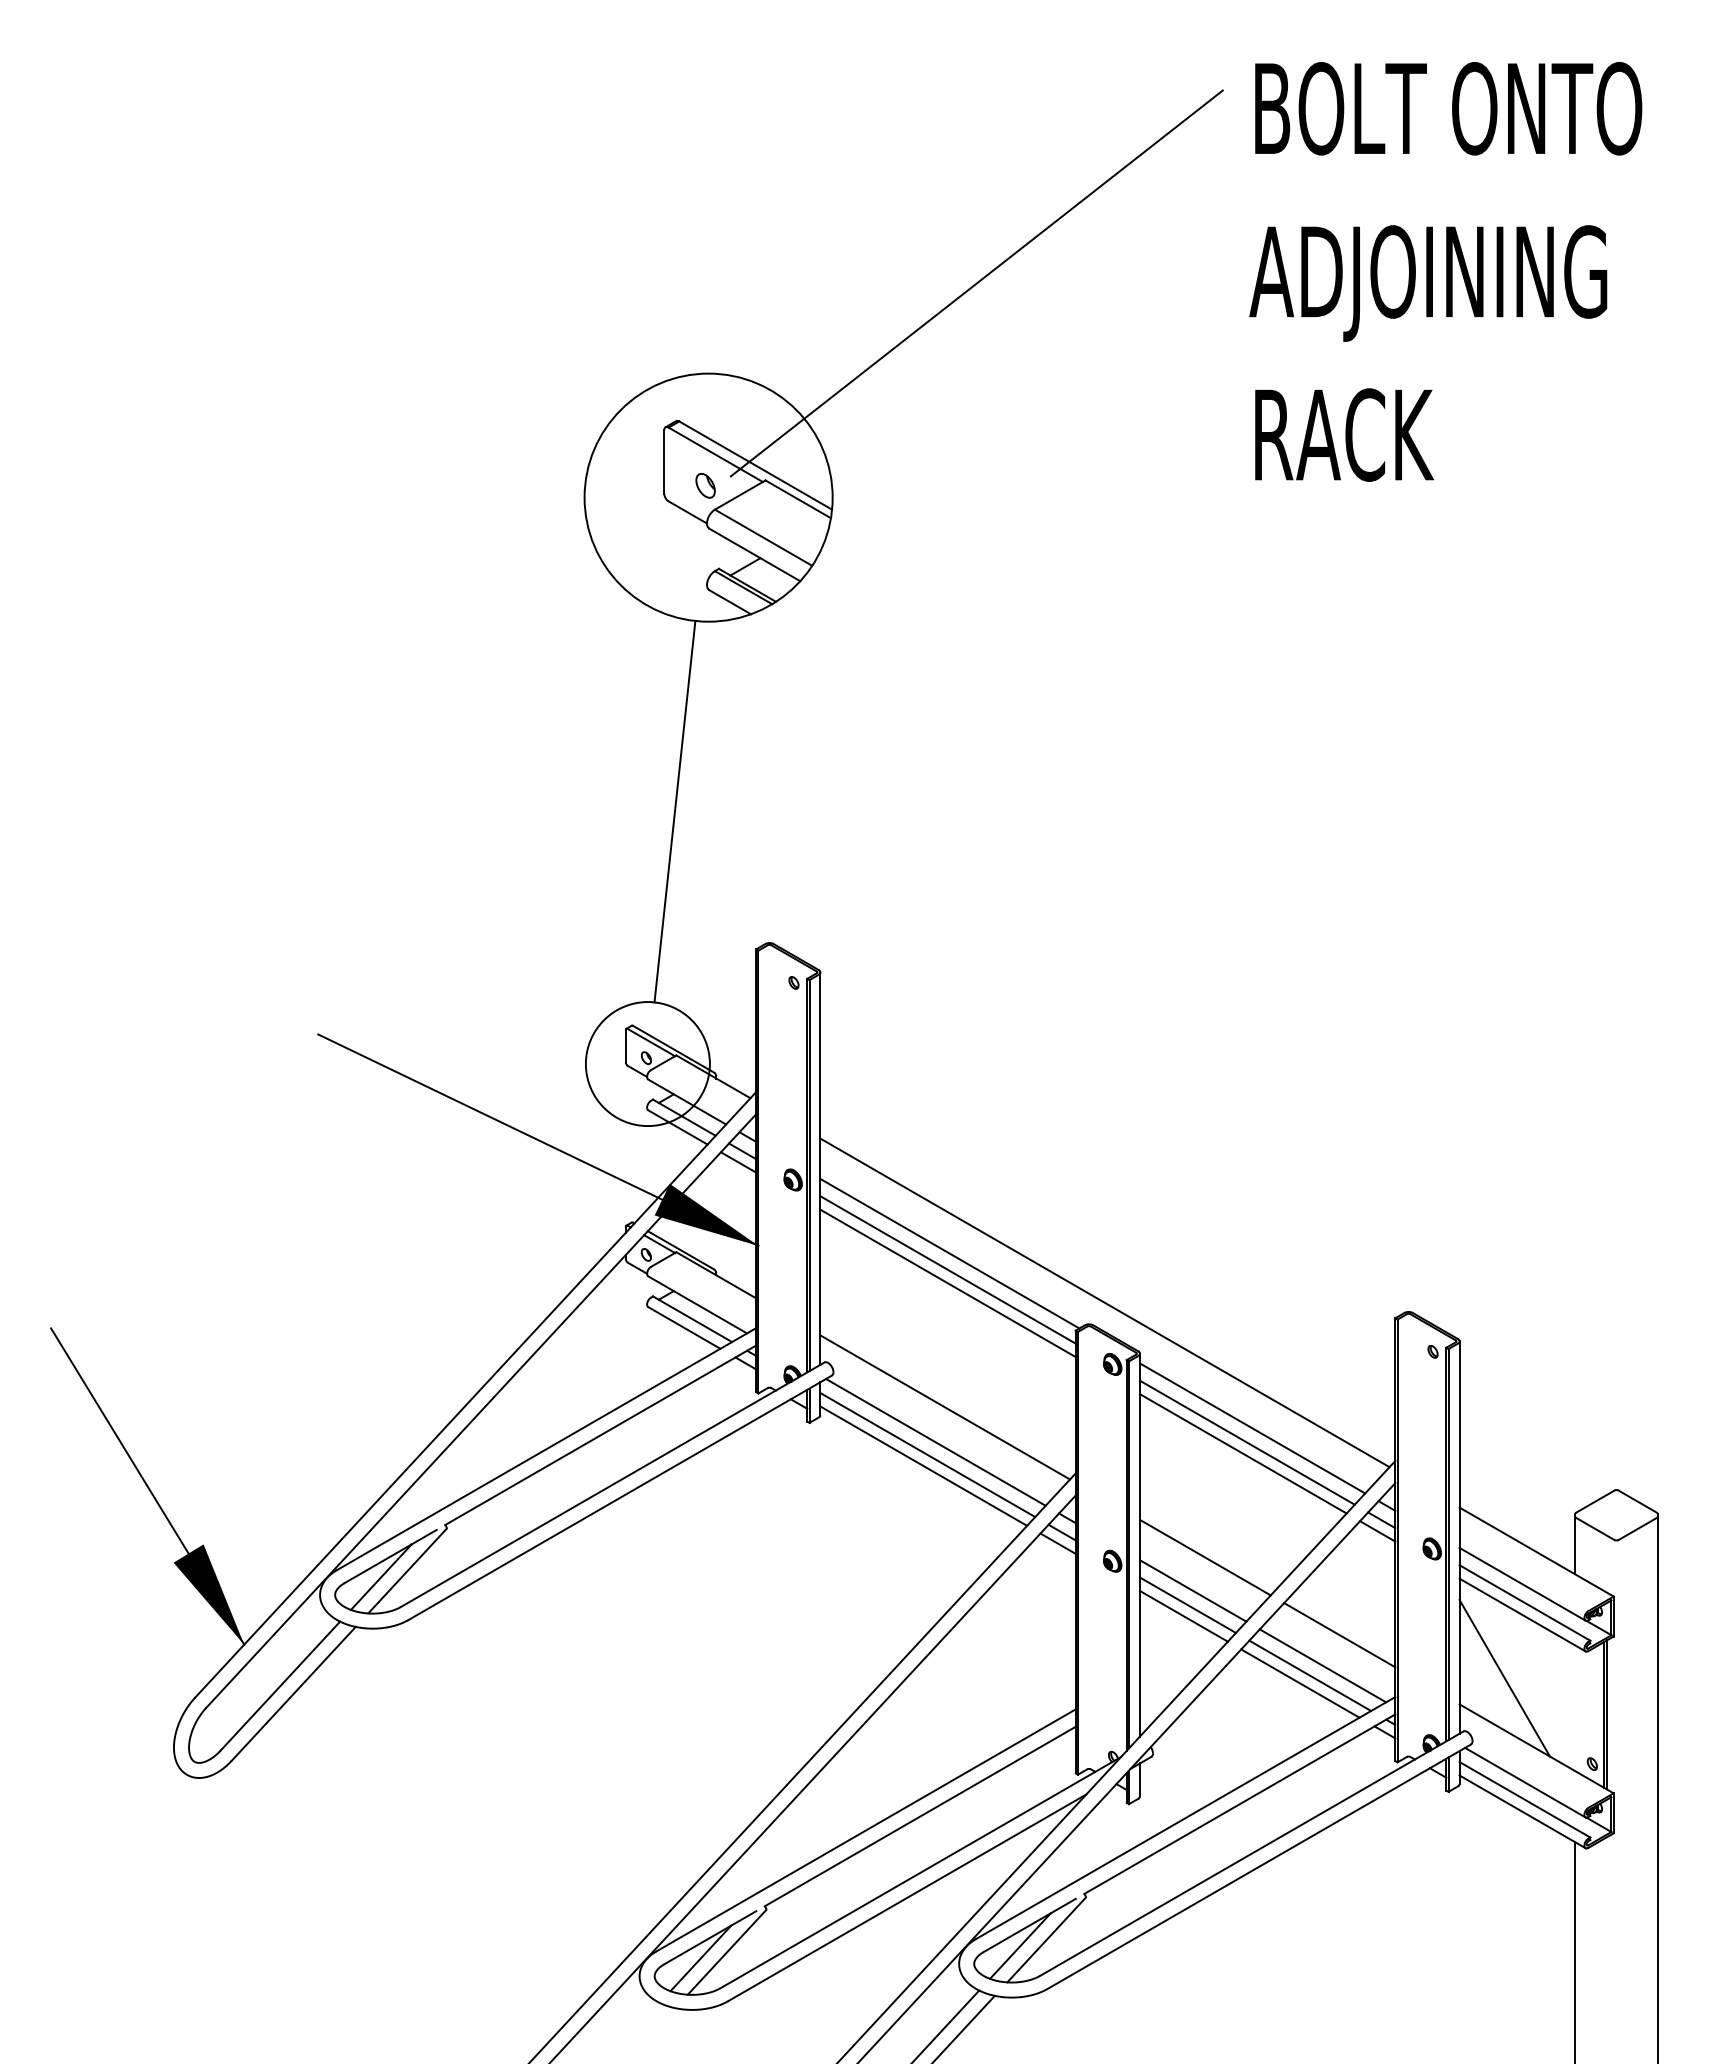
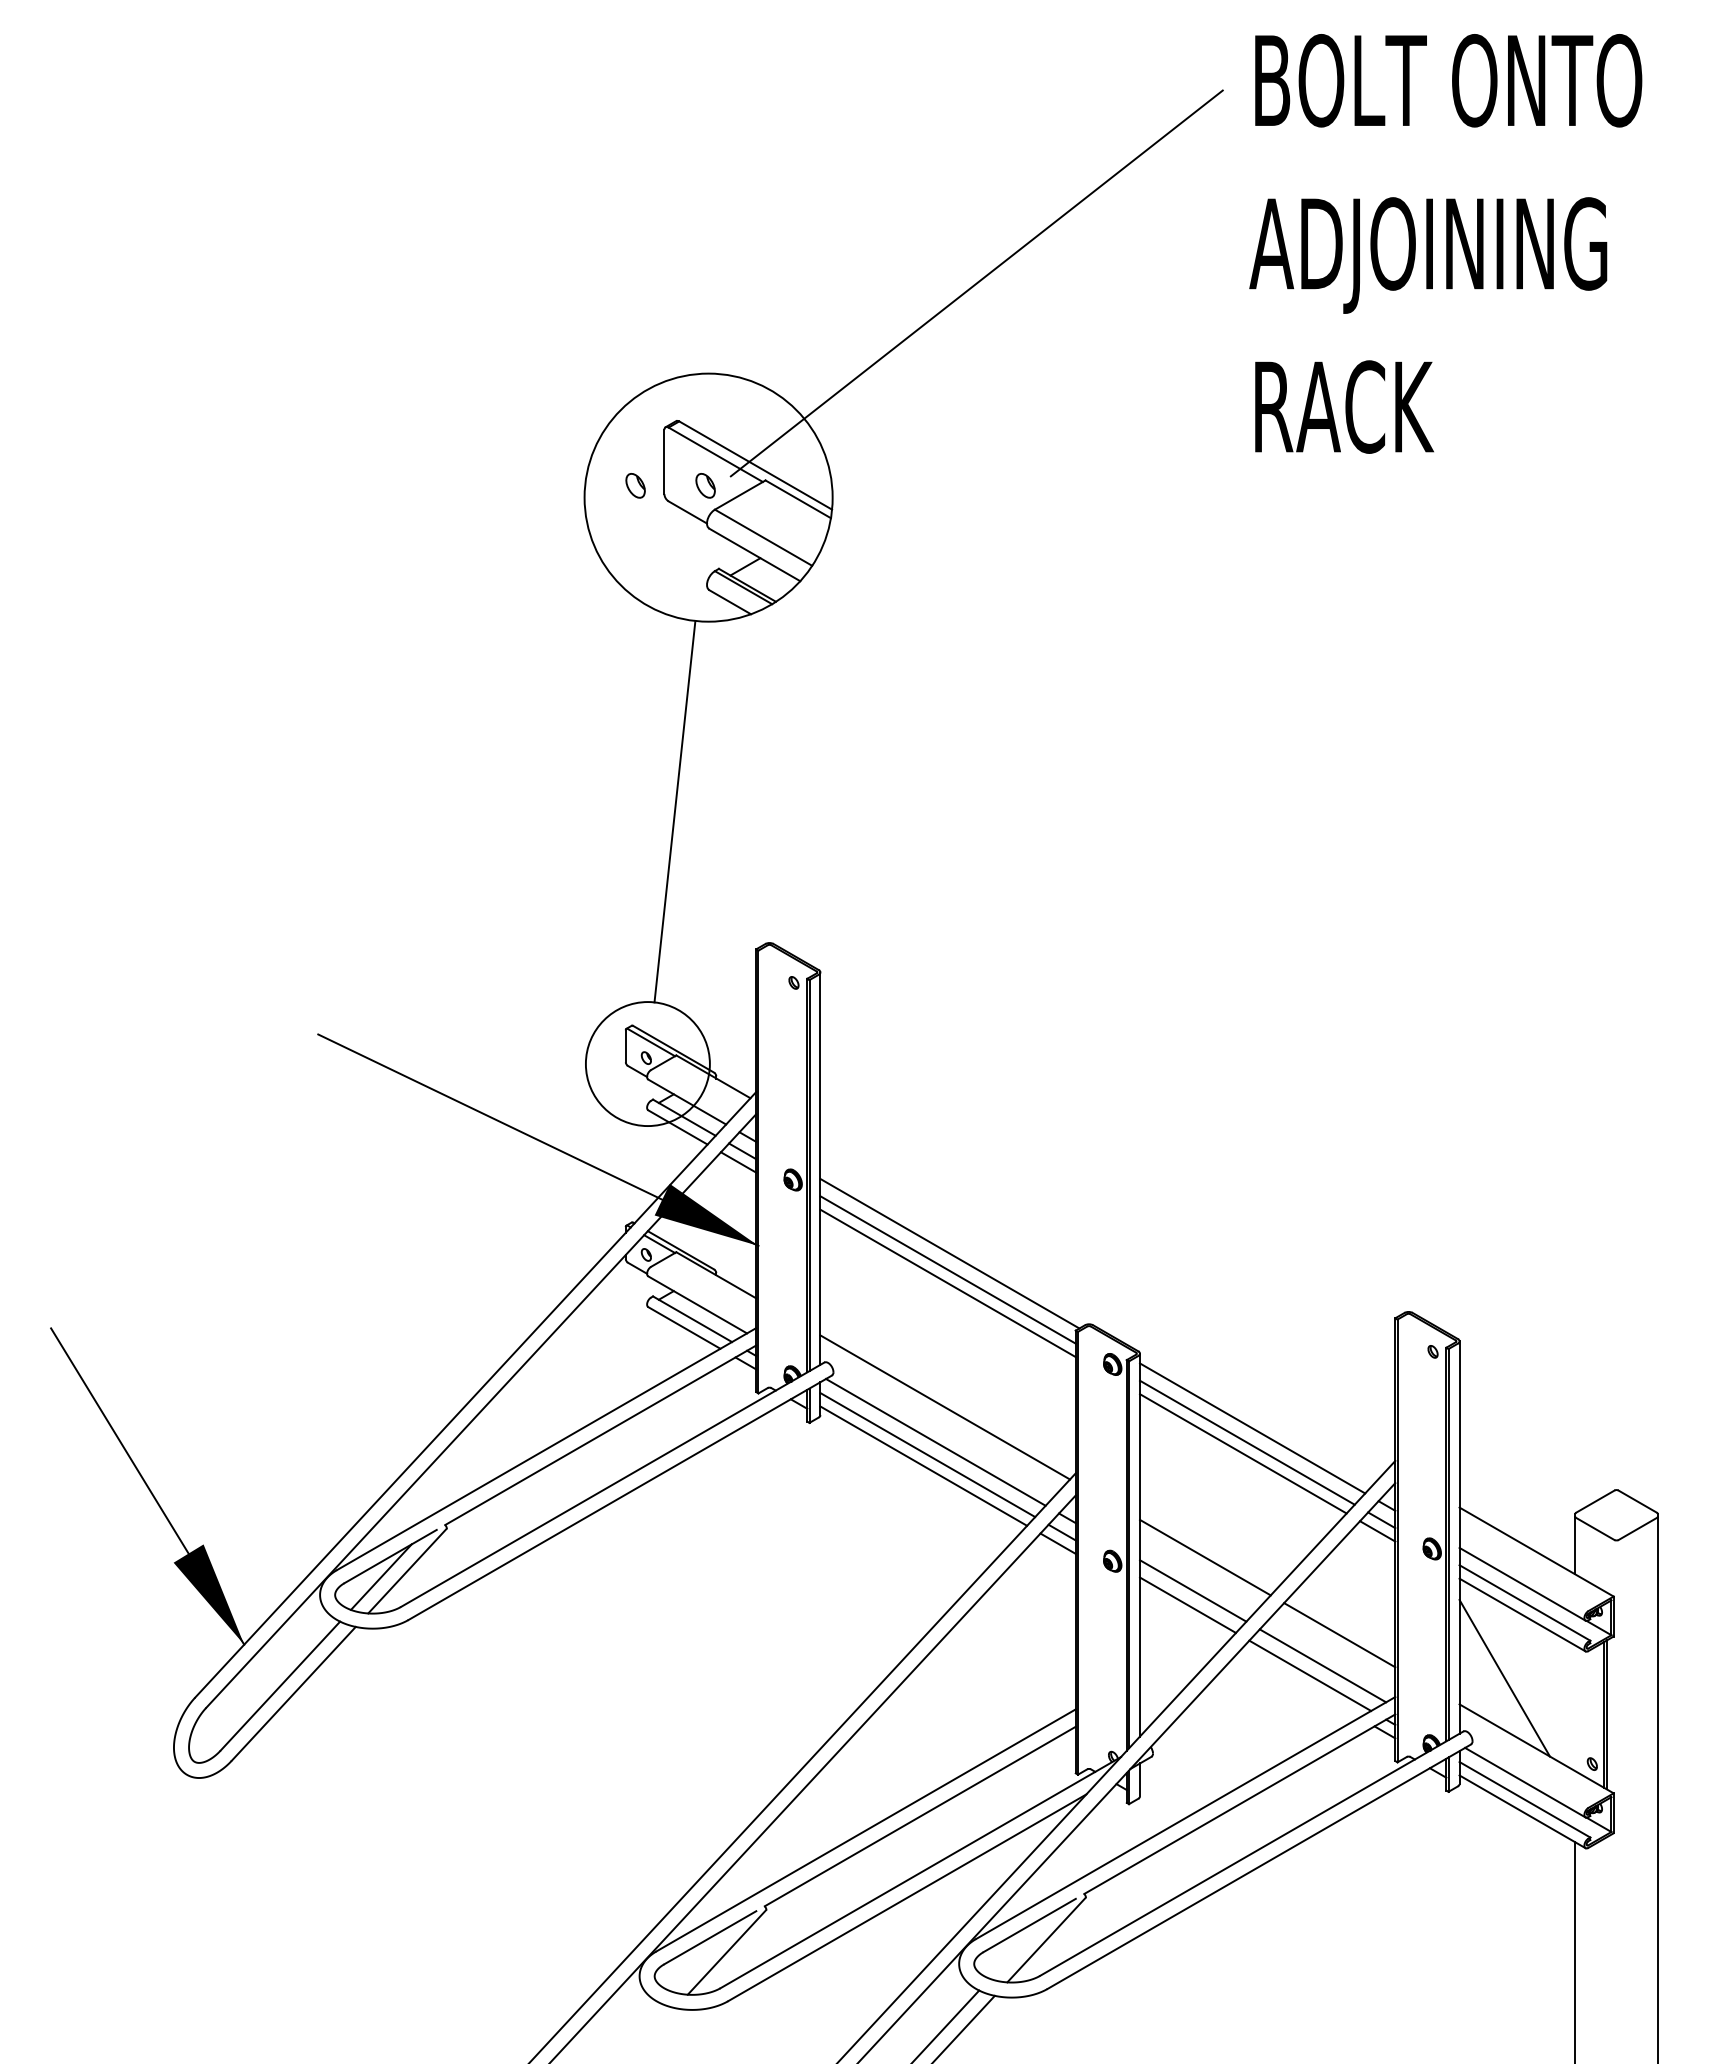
text at (1445, 271) position: (1445, 271) -> (1445, 243)
part at (635, 485): none -> present
line at (1104, 1302): present -> none
line at (1183, 1616): present -> none
line at (1300, 1683): present -> none
line at (1020, 1945): present -> none
line at (700, 1958): present -> none
